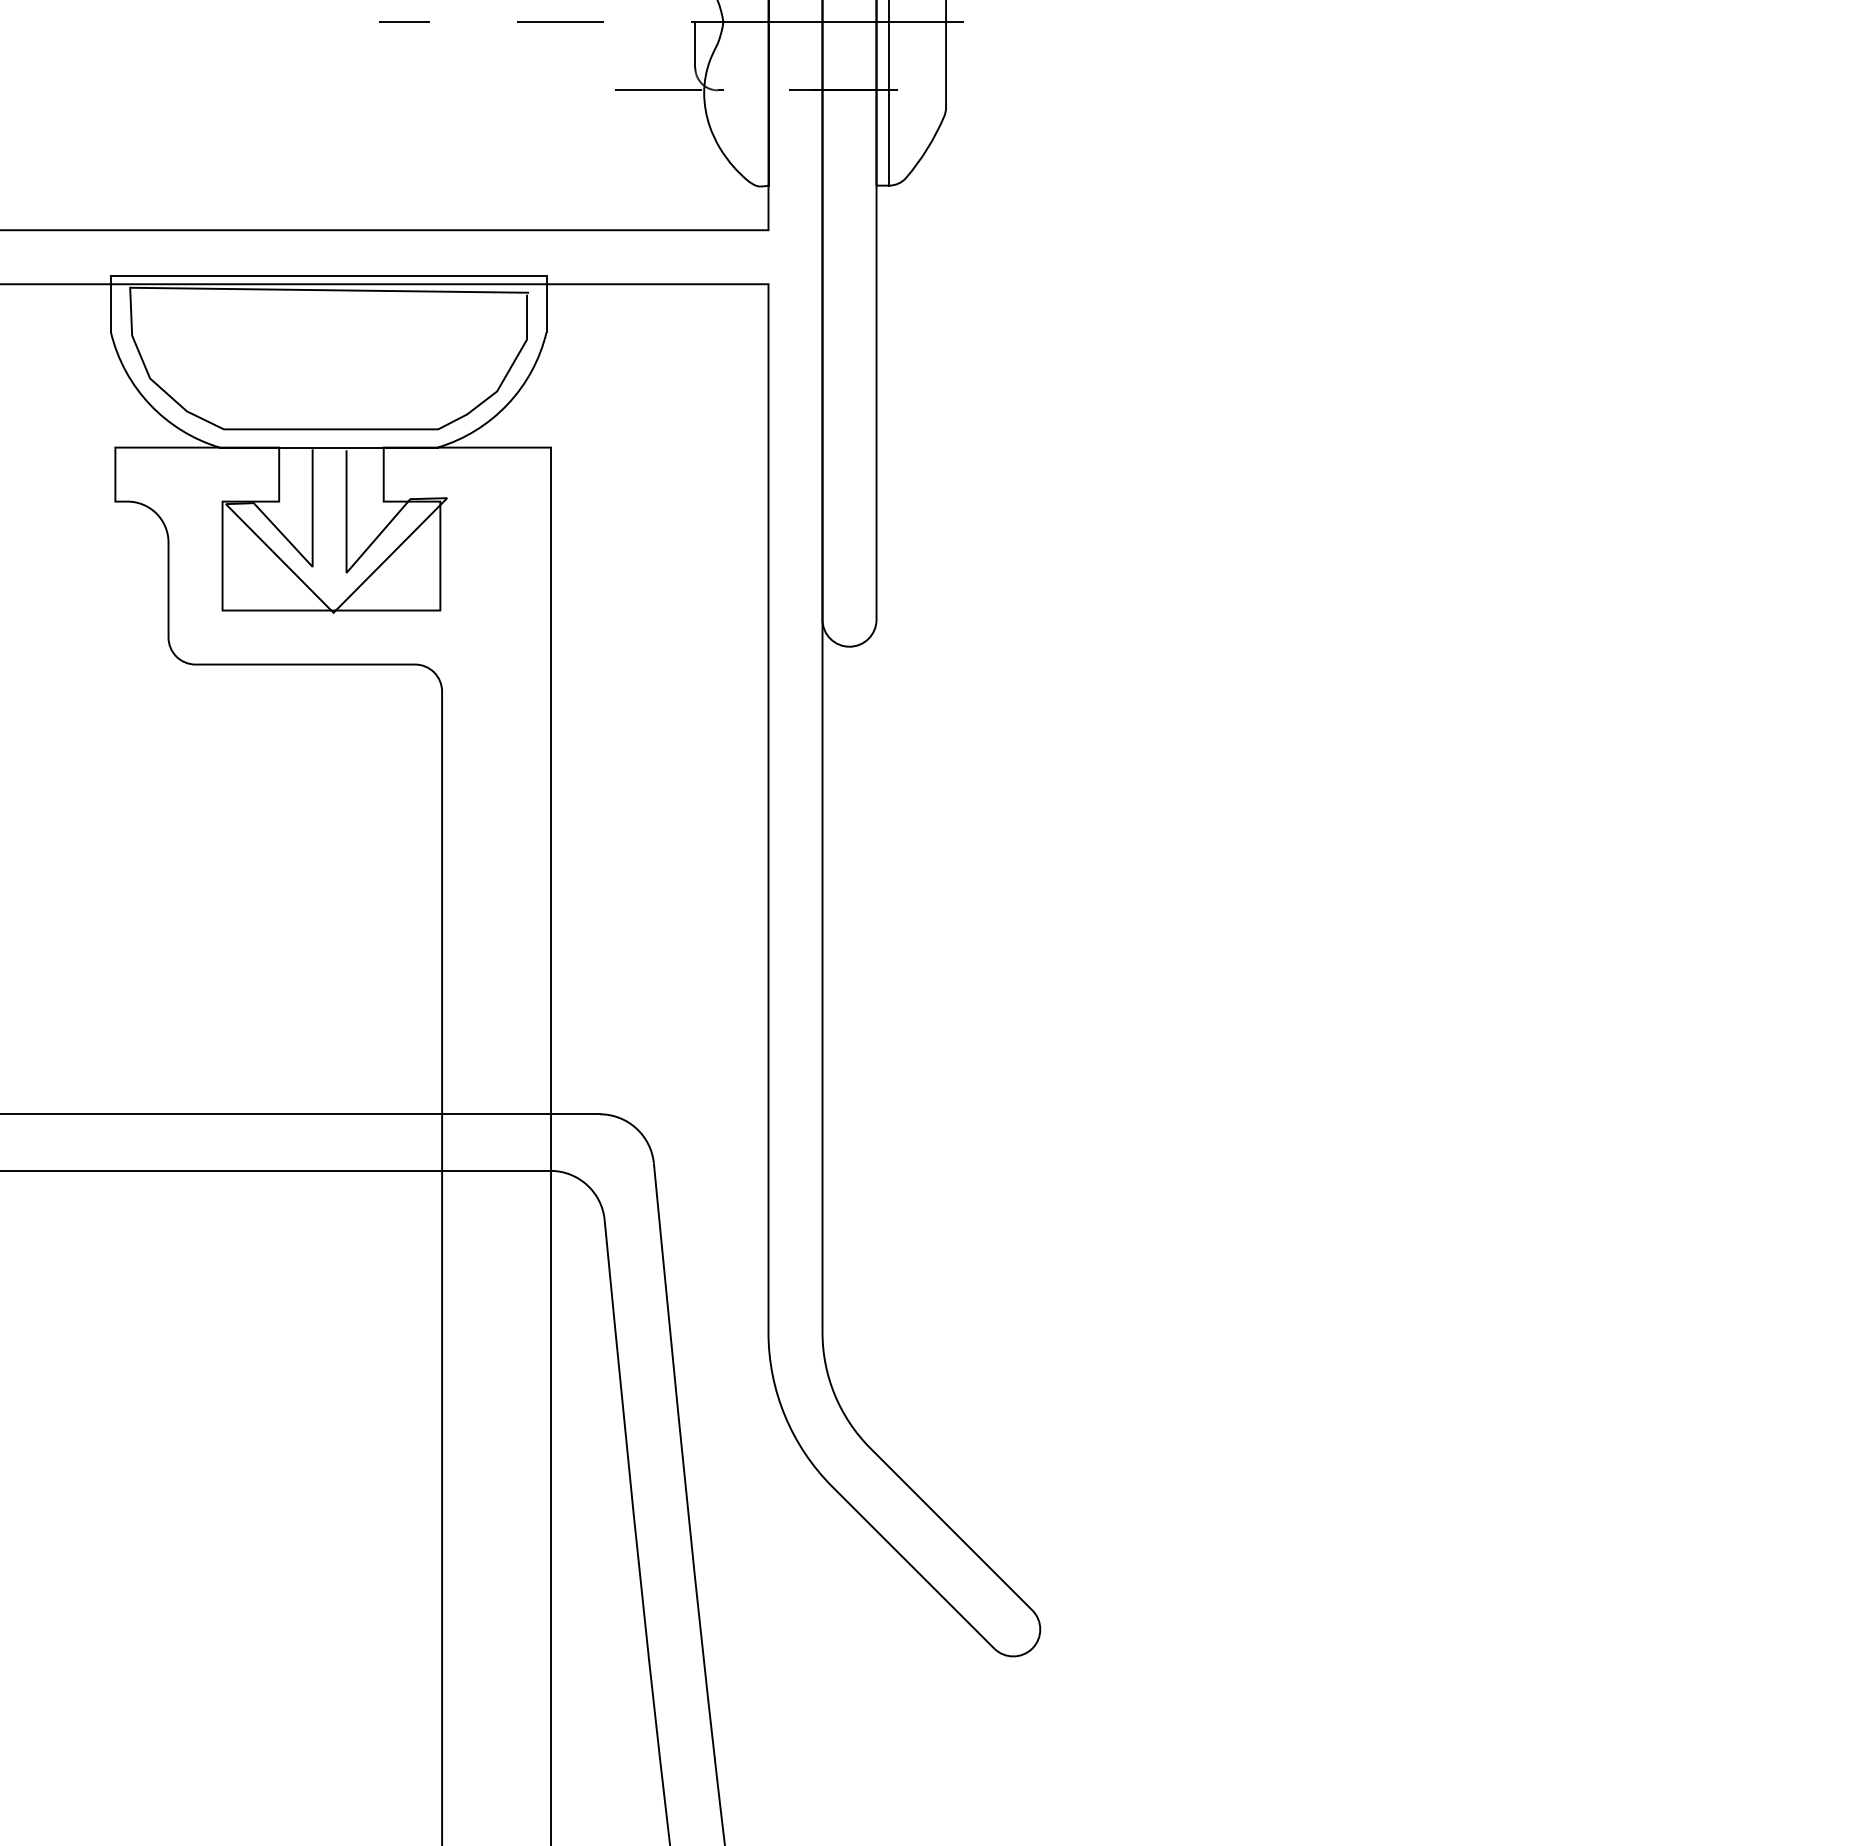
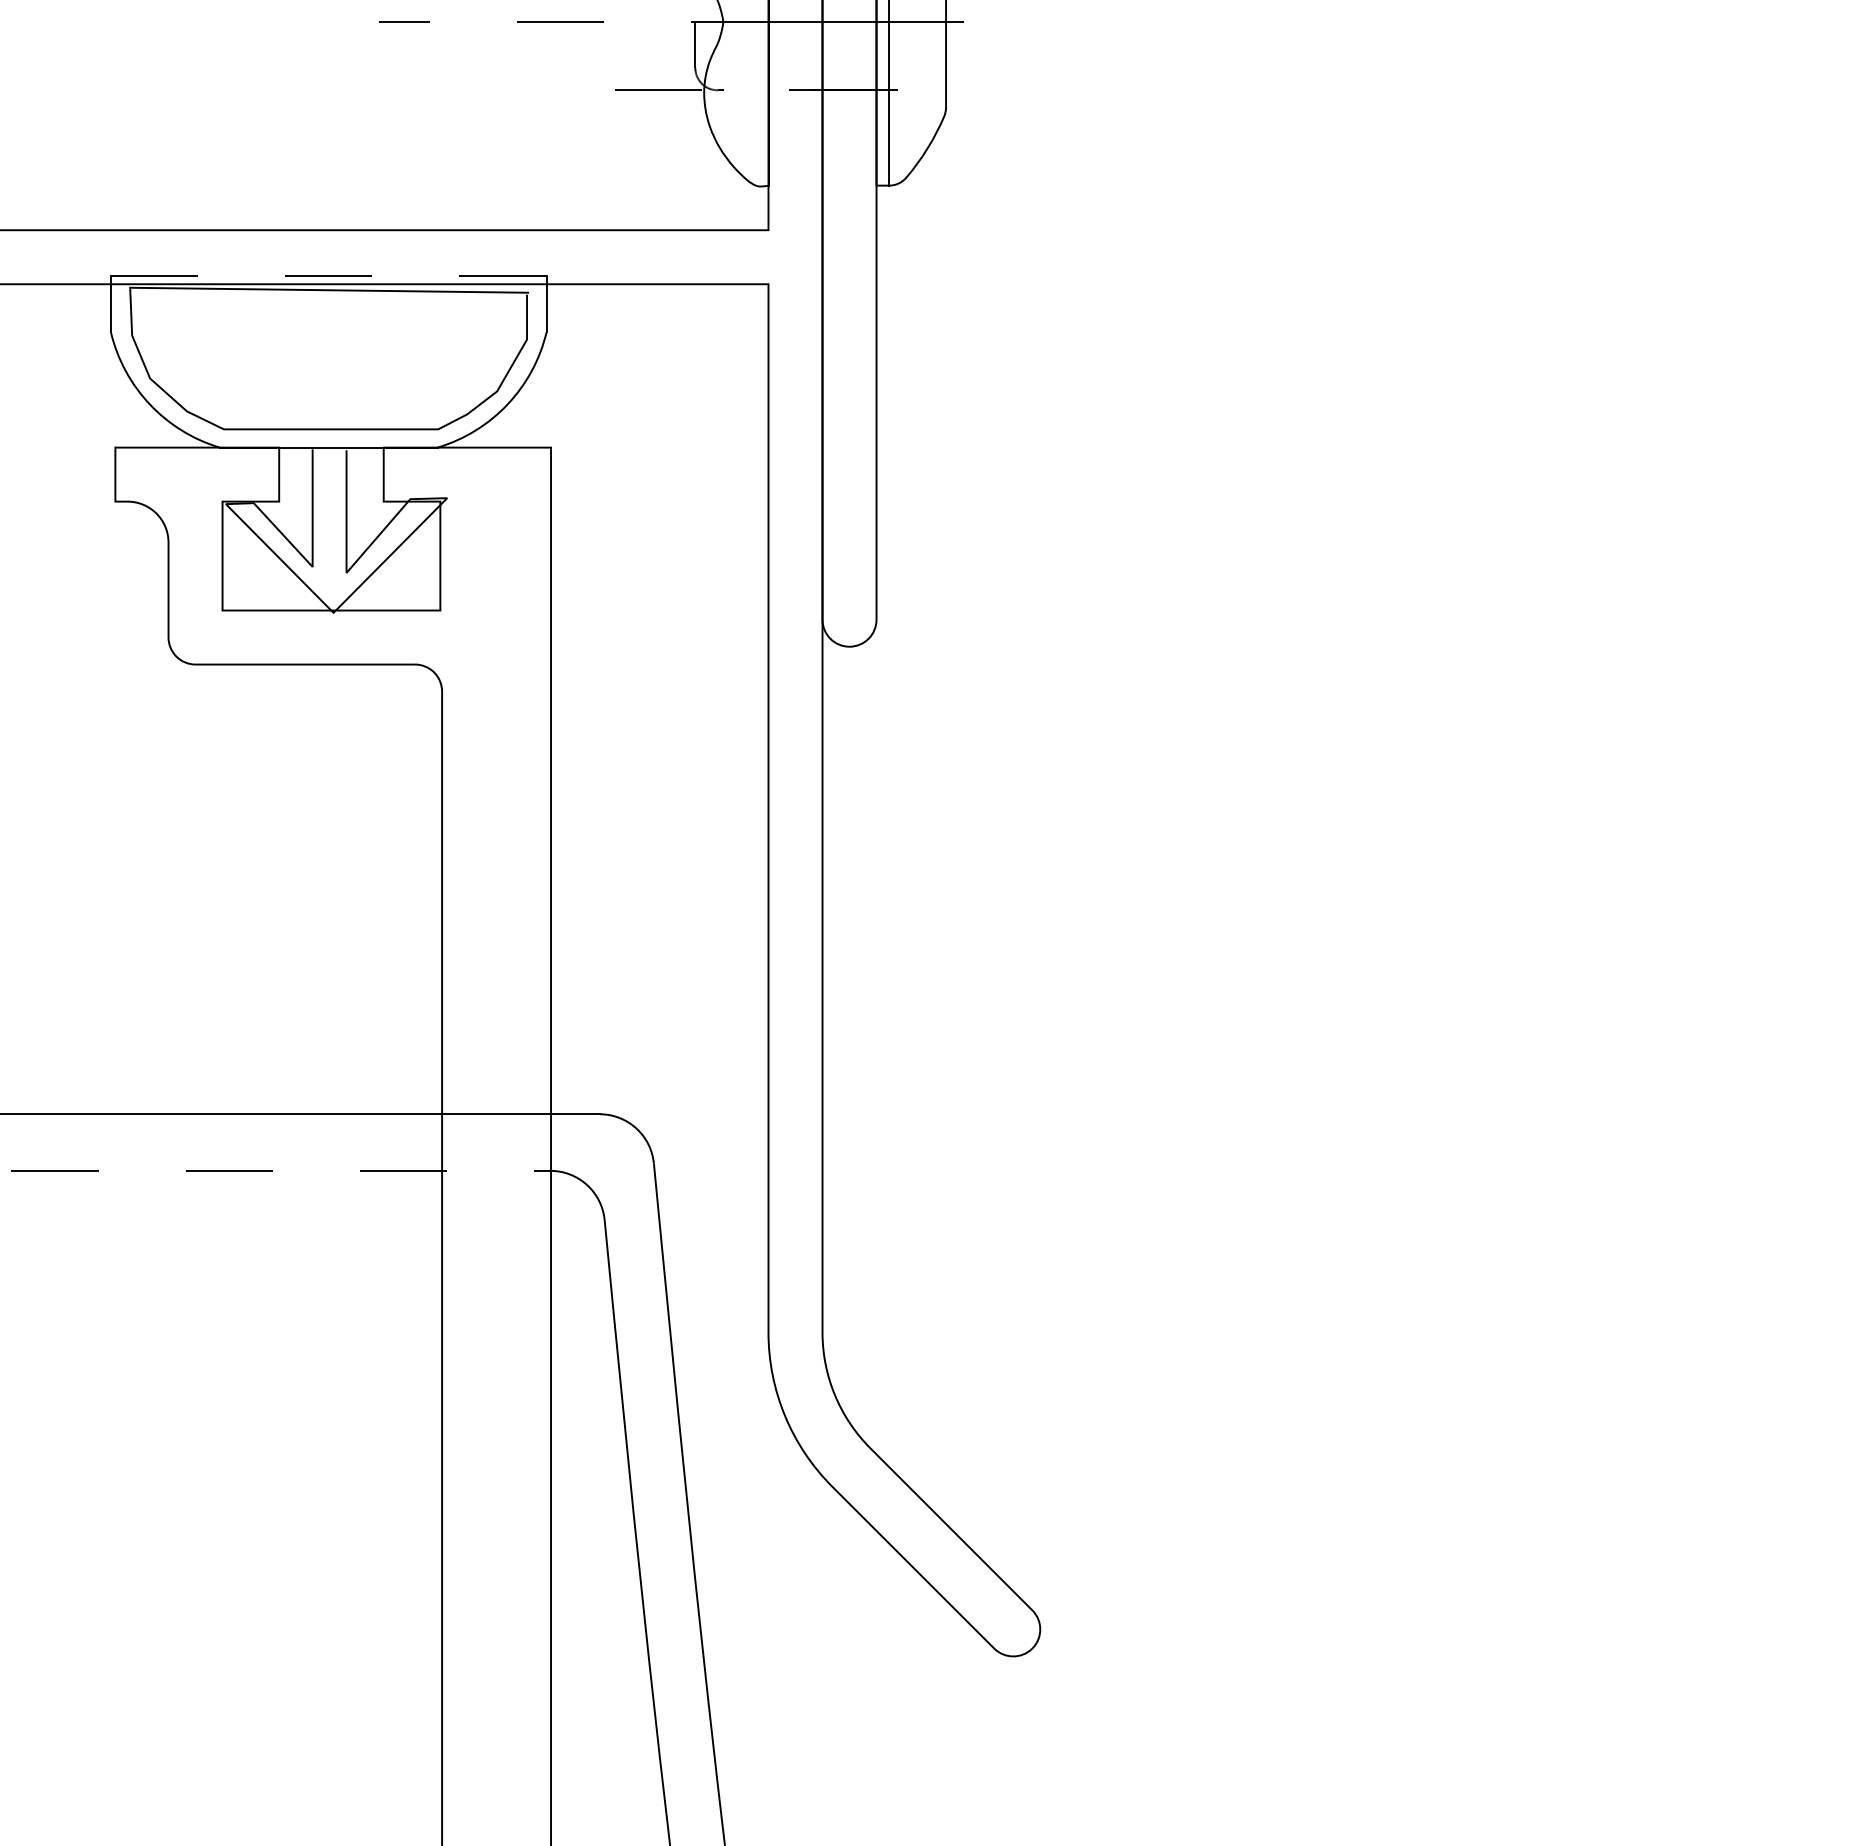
line at (328, 276): solid -> dashed
line at (275, 1170): solid -> dashed
